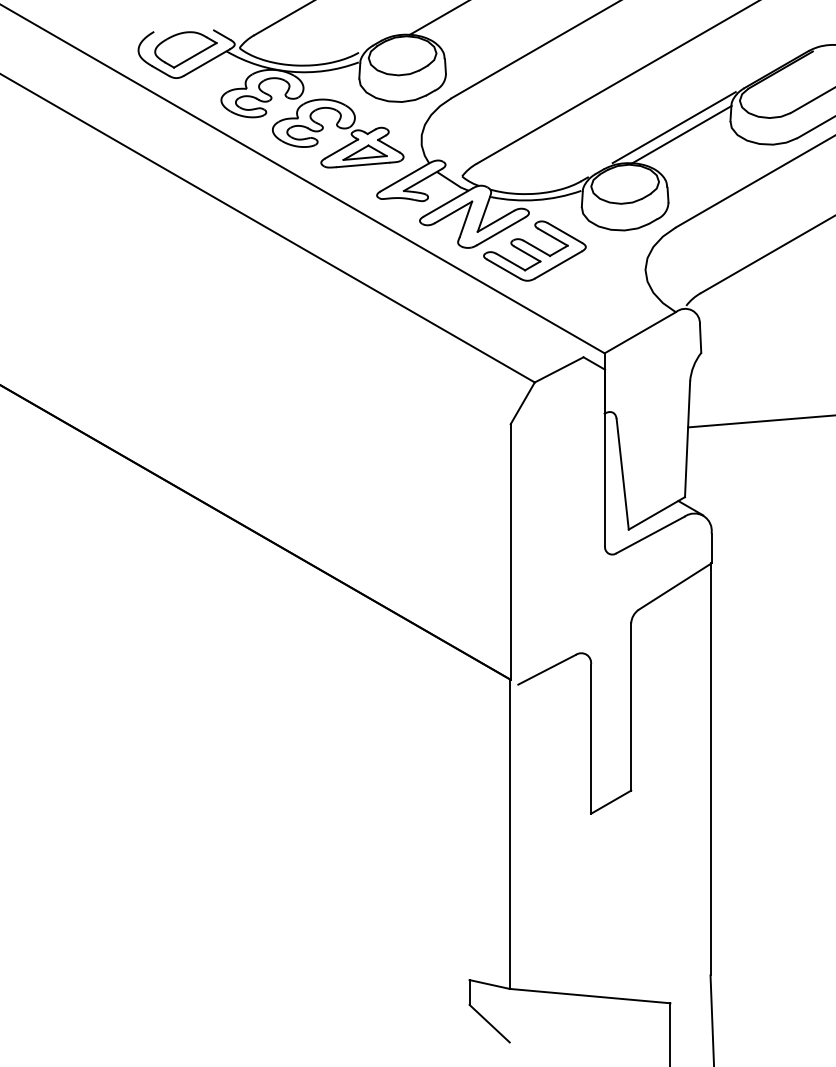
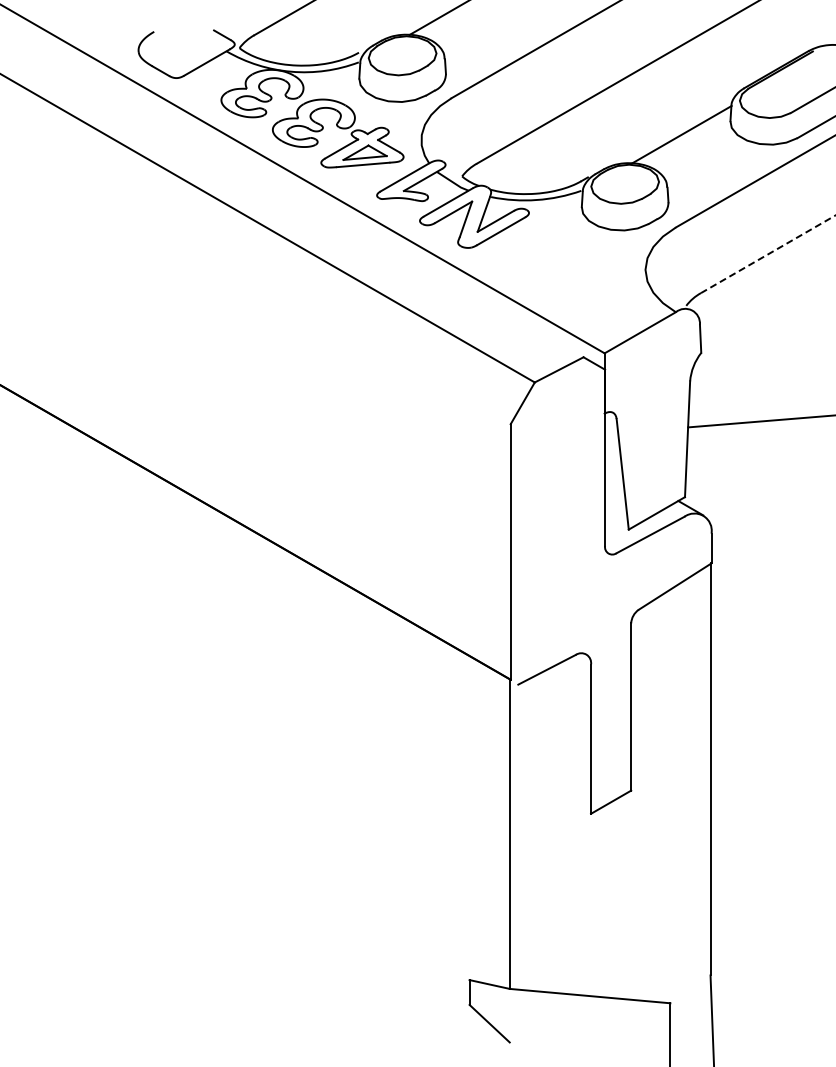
part at (185, 49): present -> none
line at (673, 127): present -> none
part at (534, 250): present -> none
line at (767, 254): solid -> dashed
